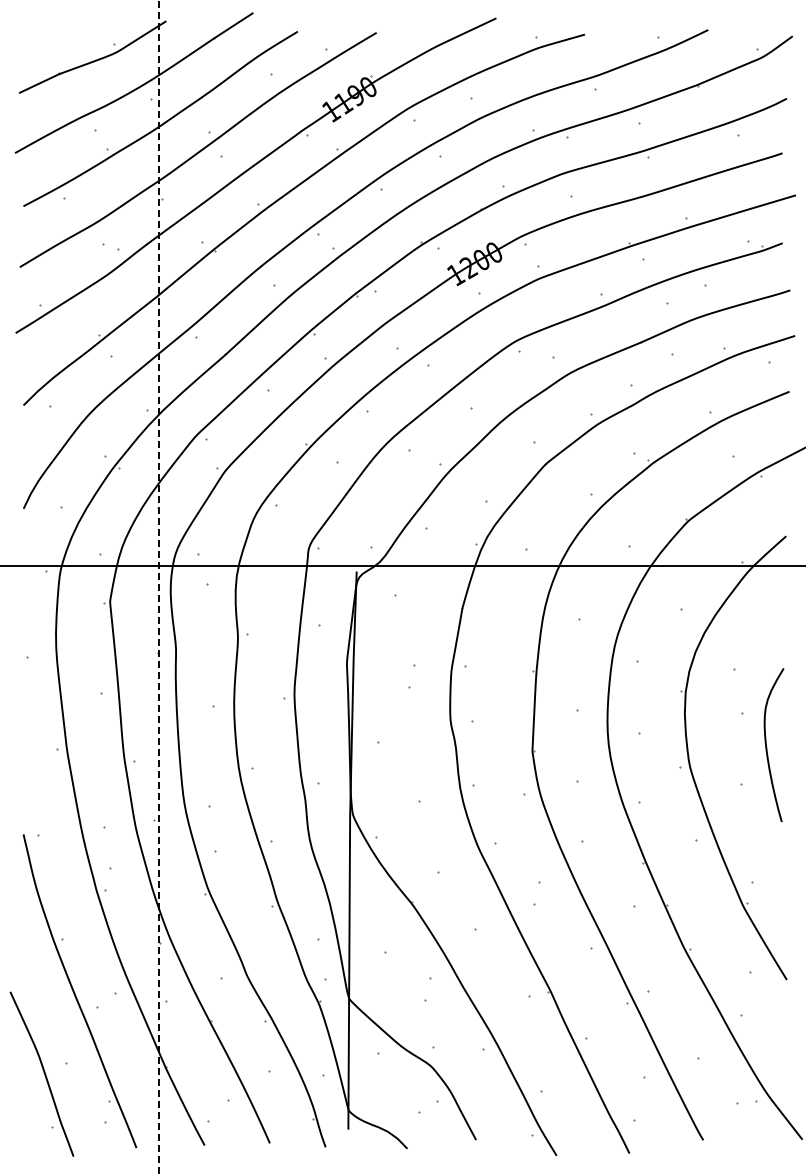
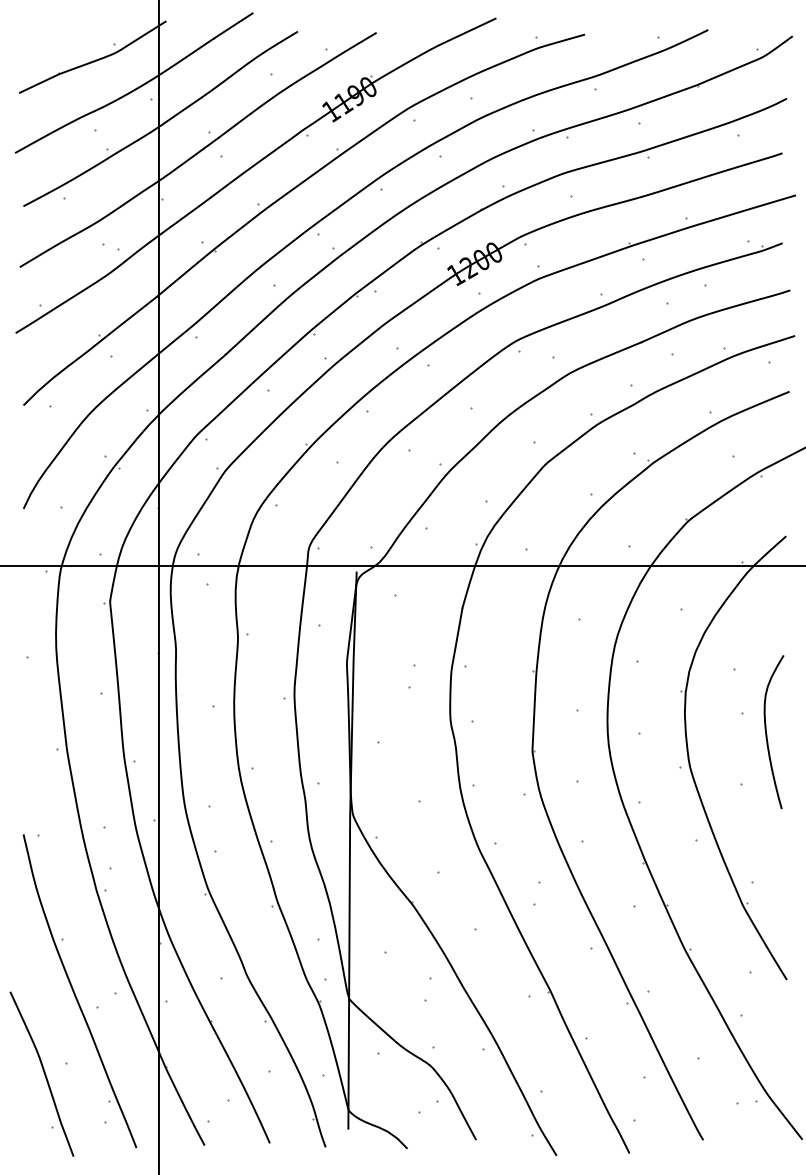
line at (158, 586): dashed -> solid
curve at (767, 747) position: (767, 747) -> (767, 734)
